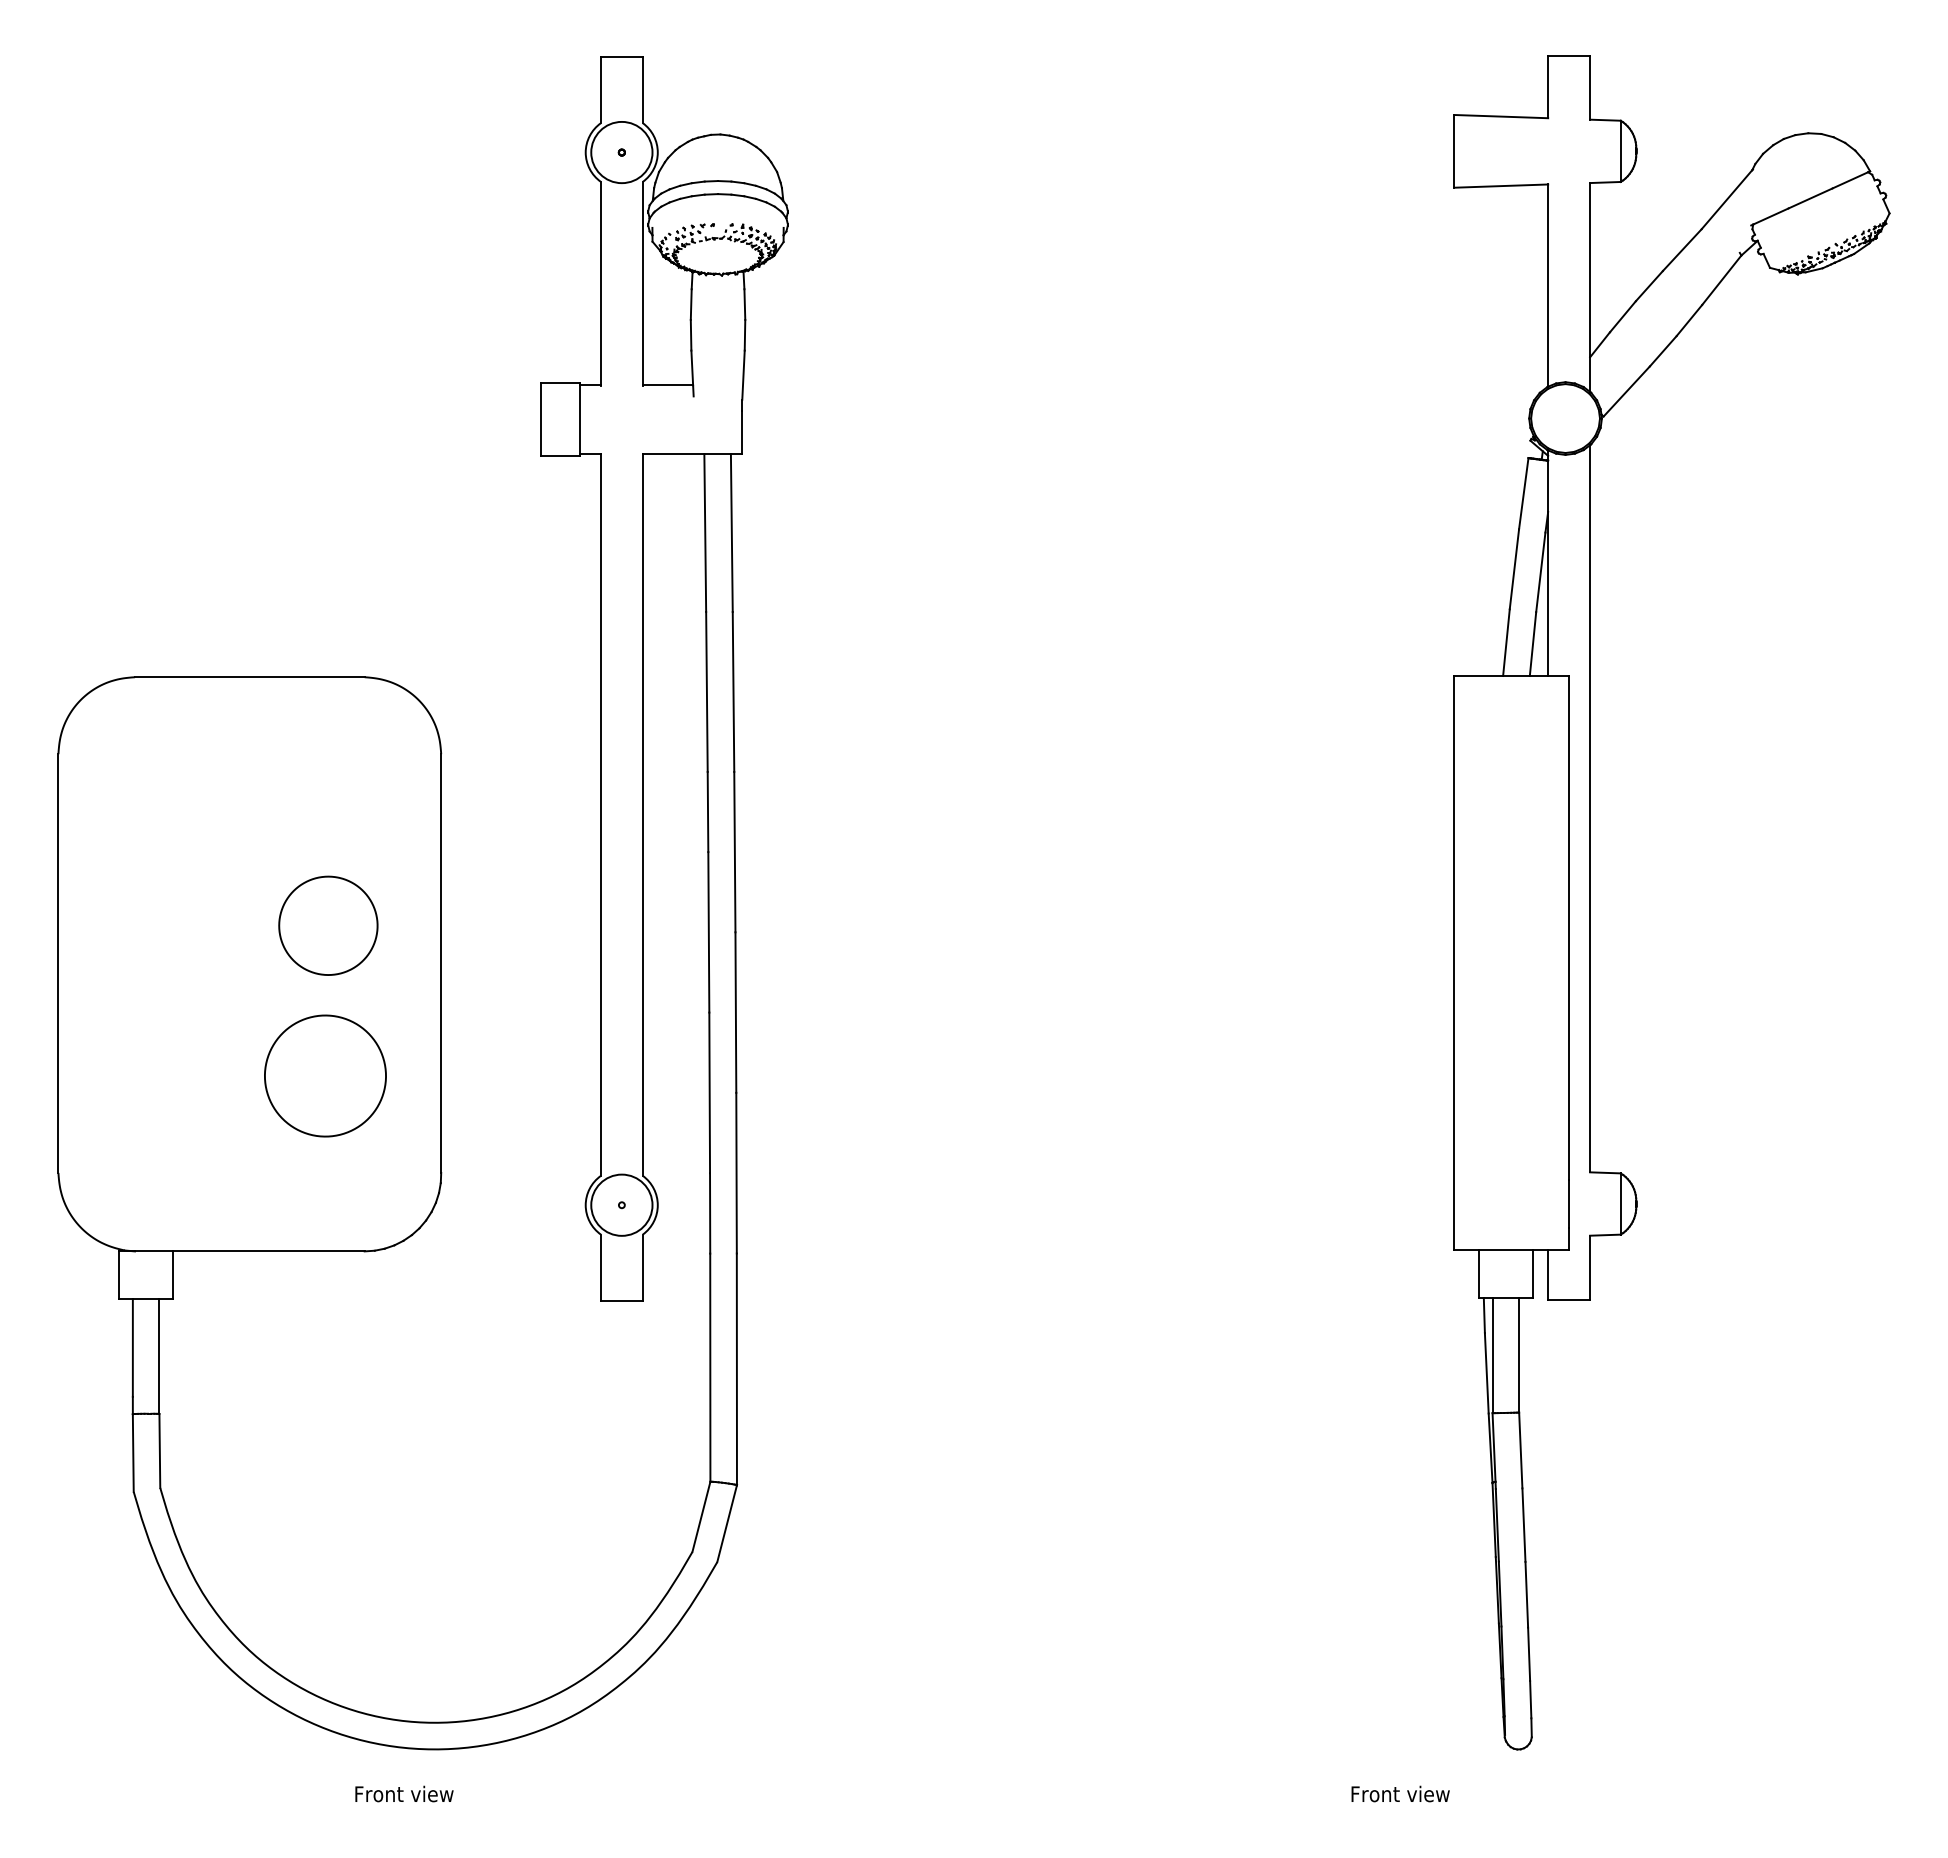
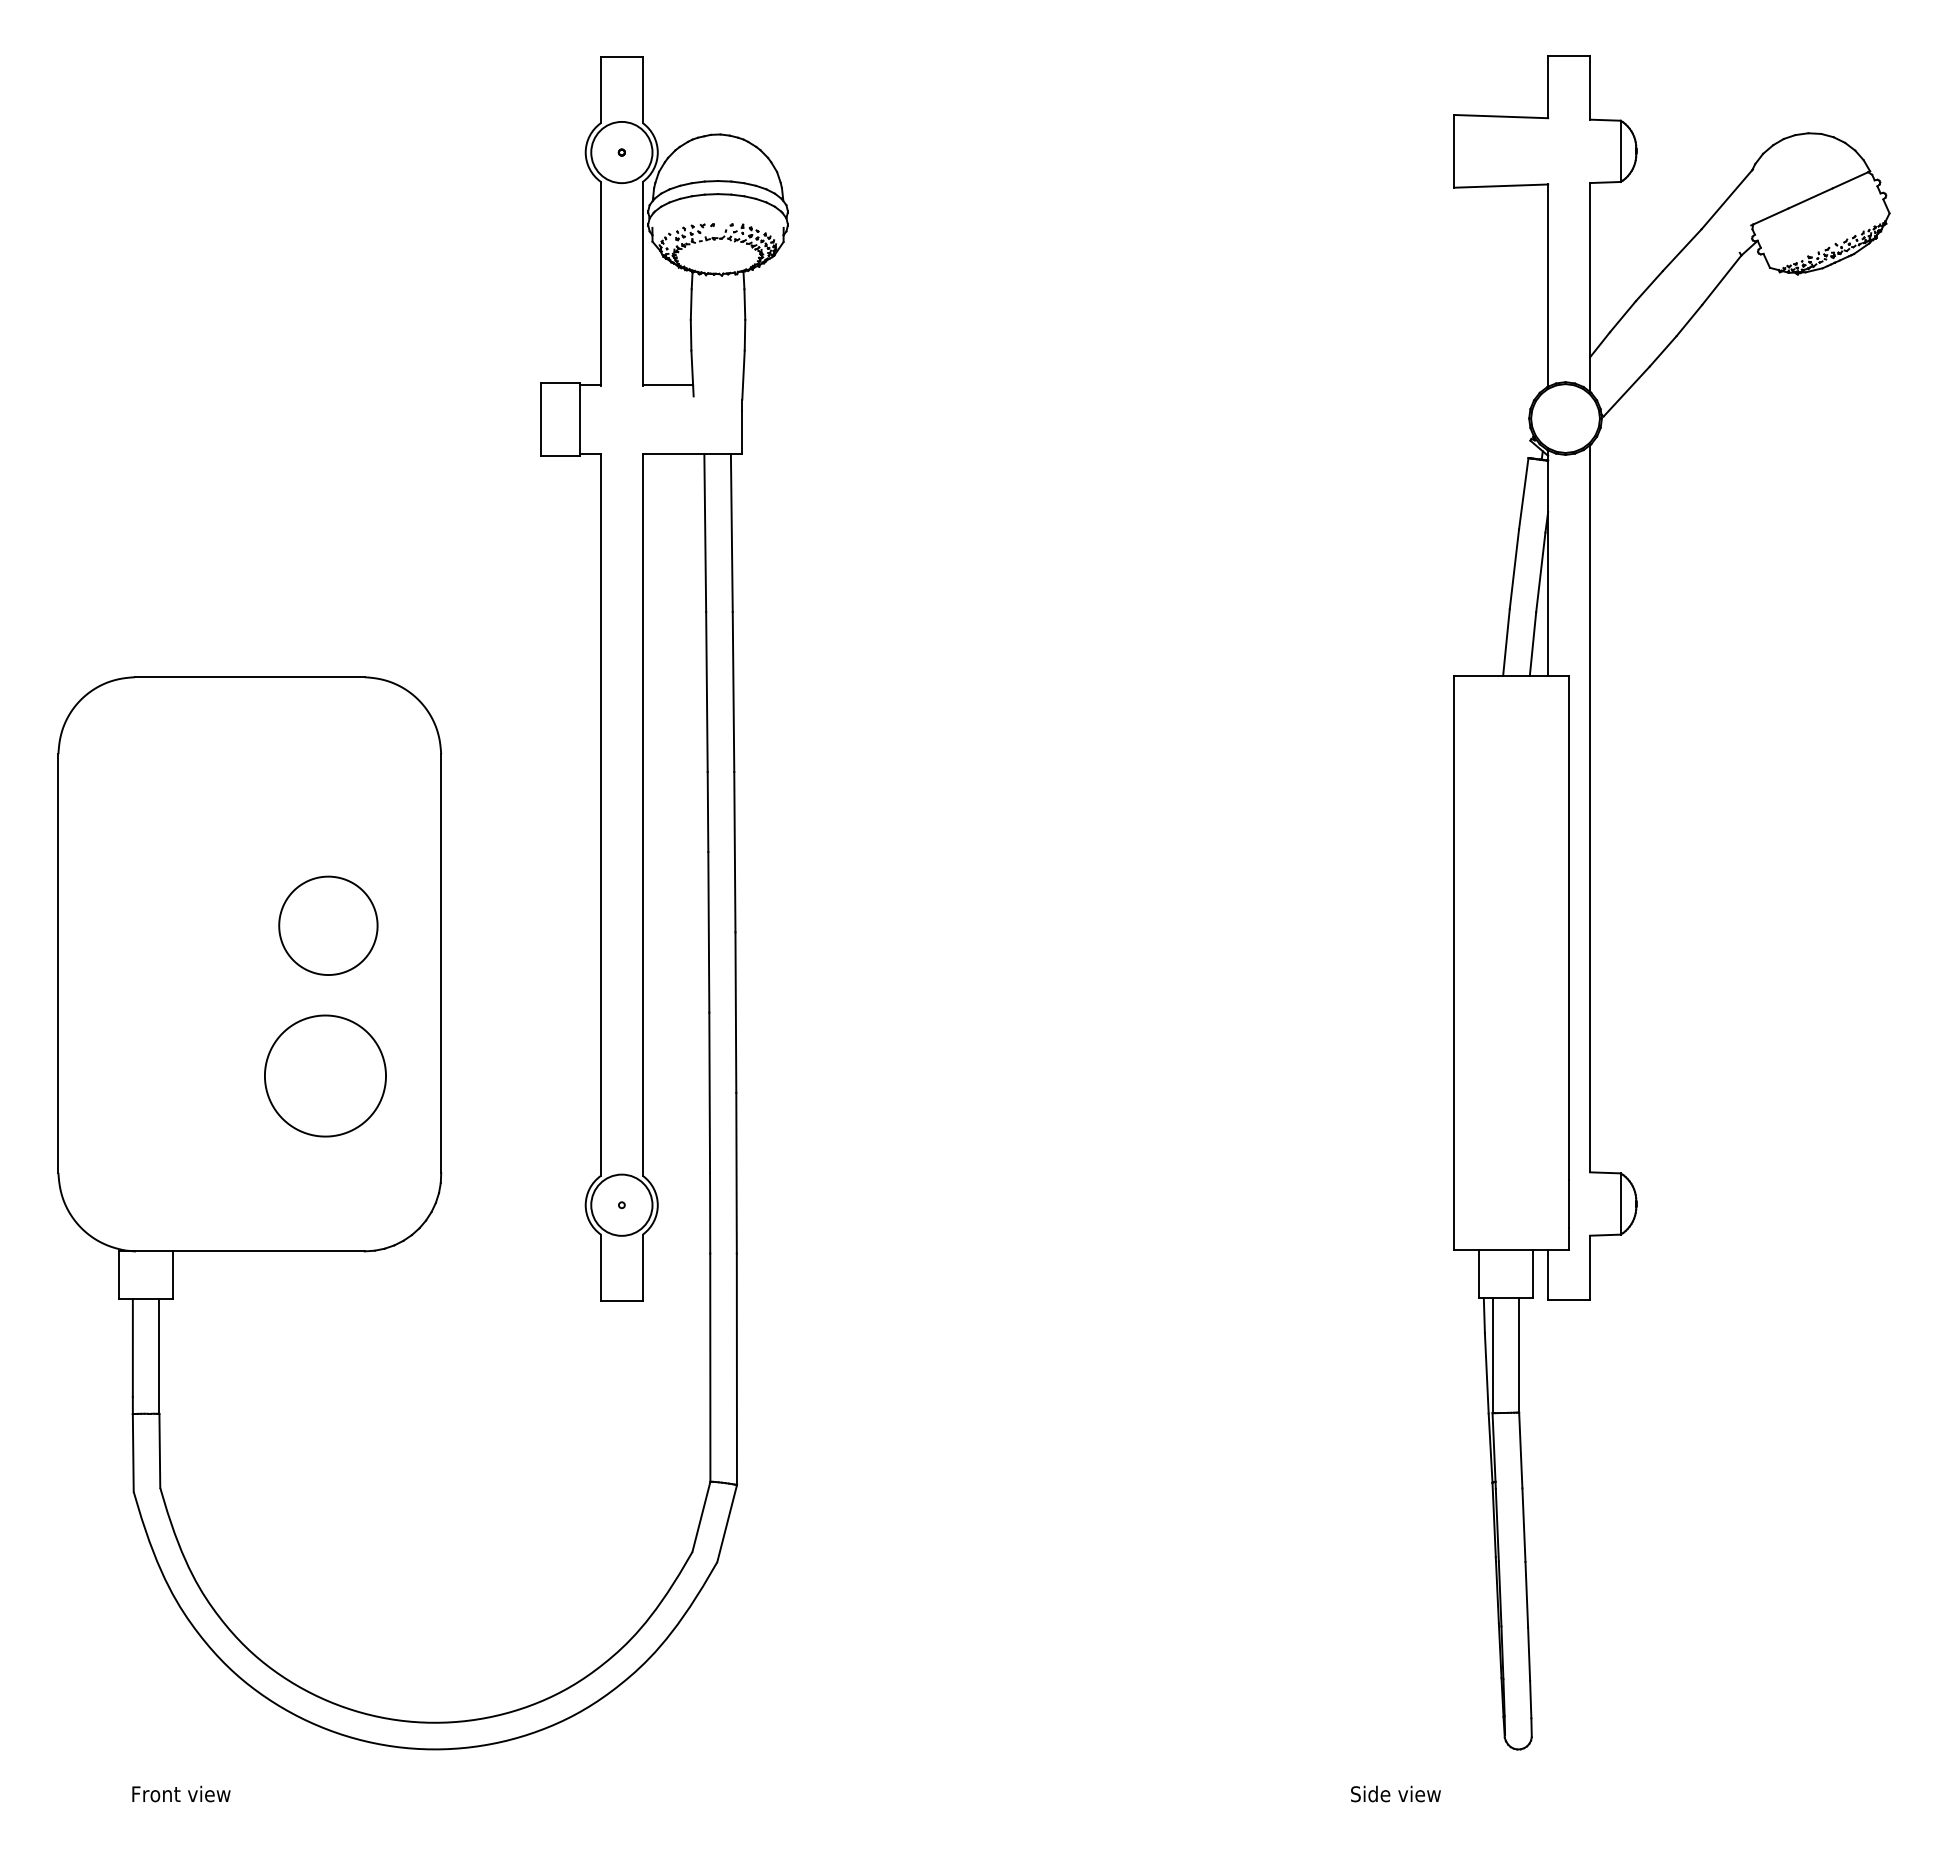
text at (404, 1793) position: (404, 1793) -> (181, 1793)
text at (1400, 1793): Front view -> Side view
